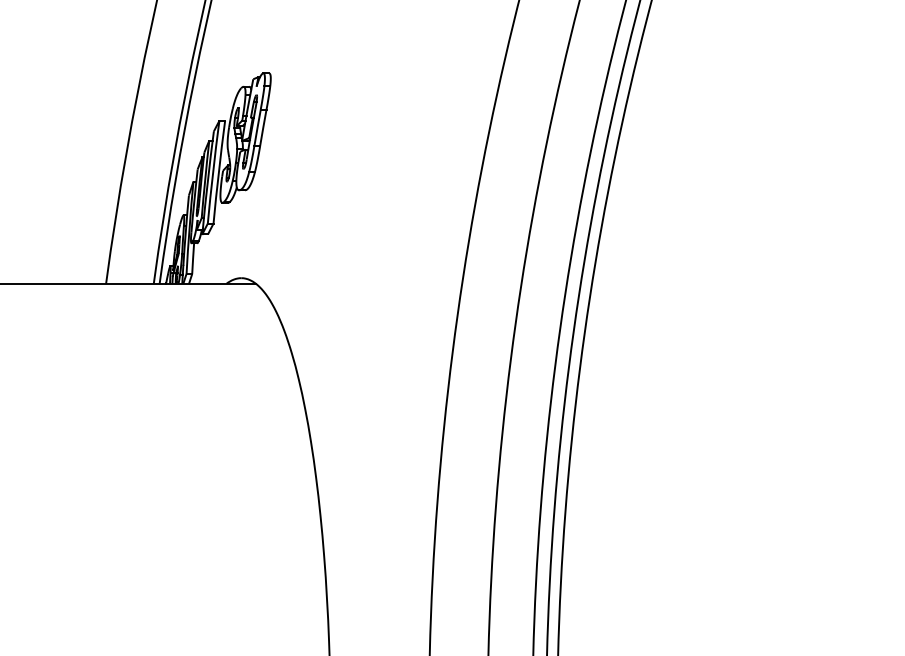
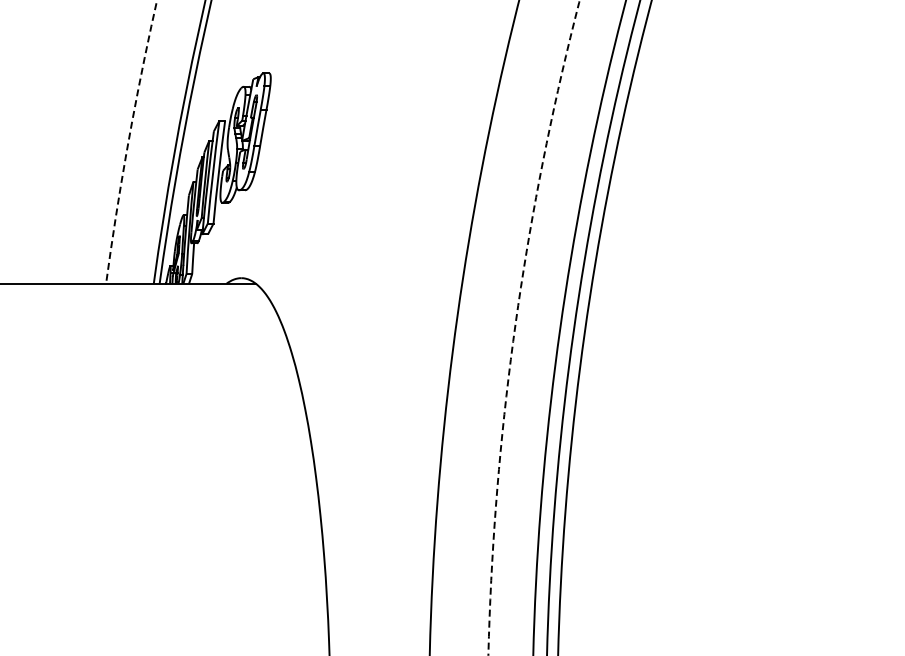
arc at (128, 141): solid -> dashed
circle at (533, 327): solid -> dashed
